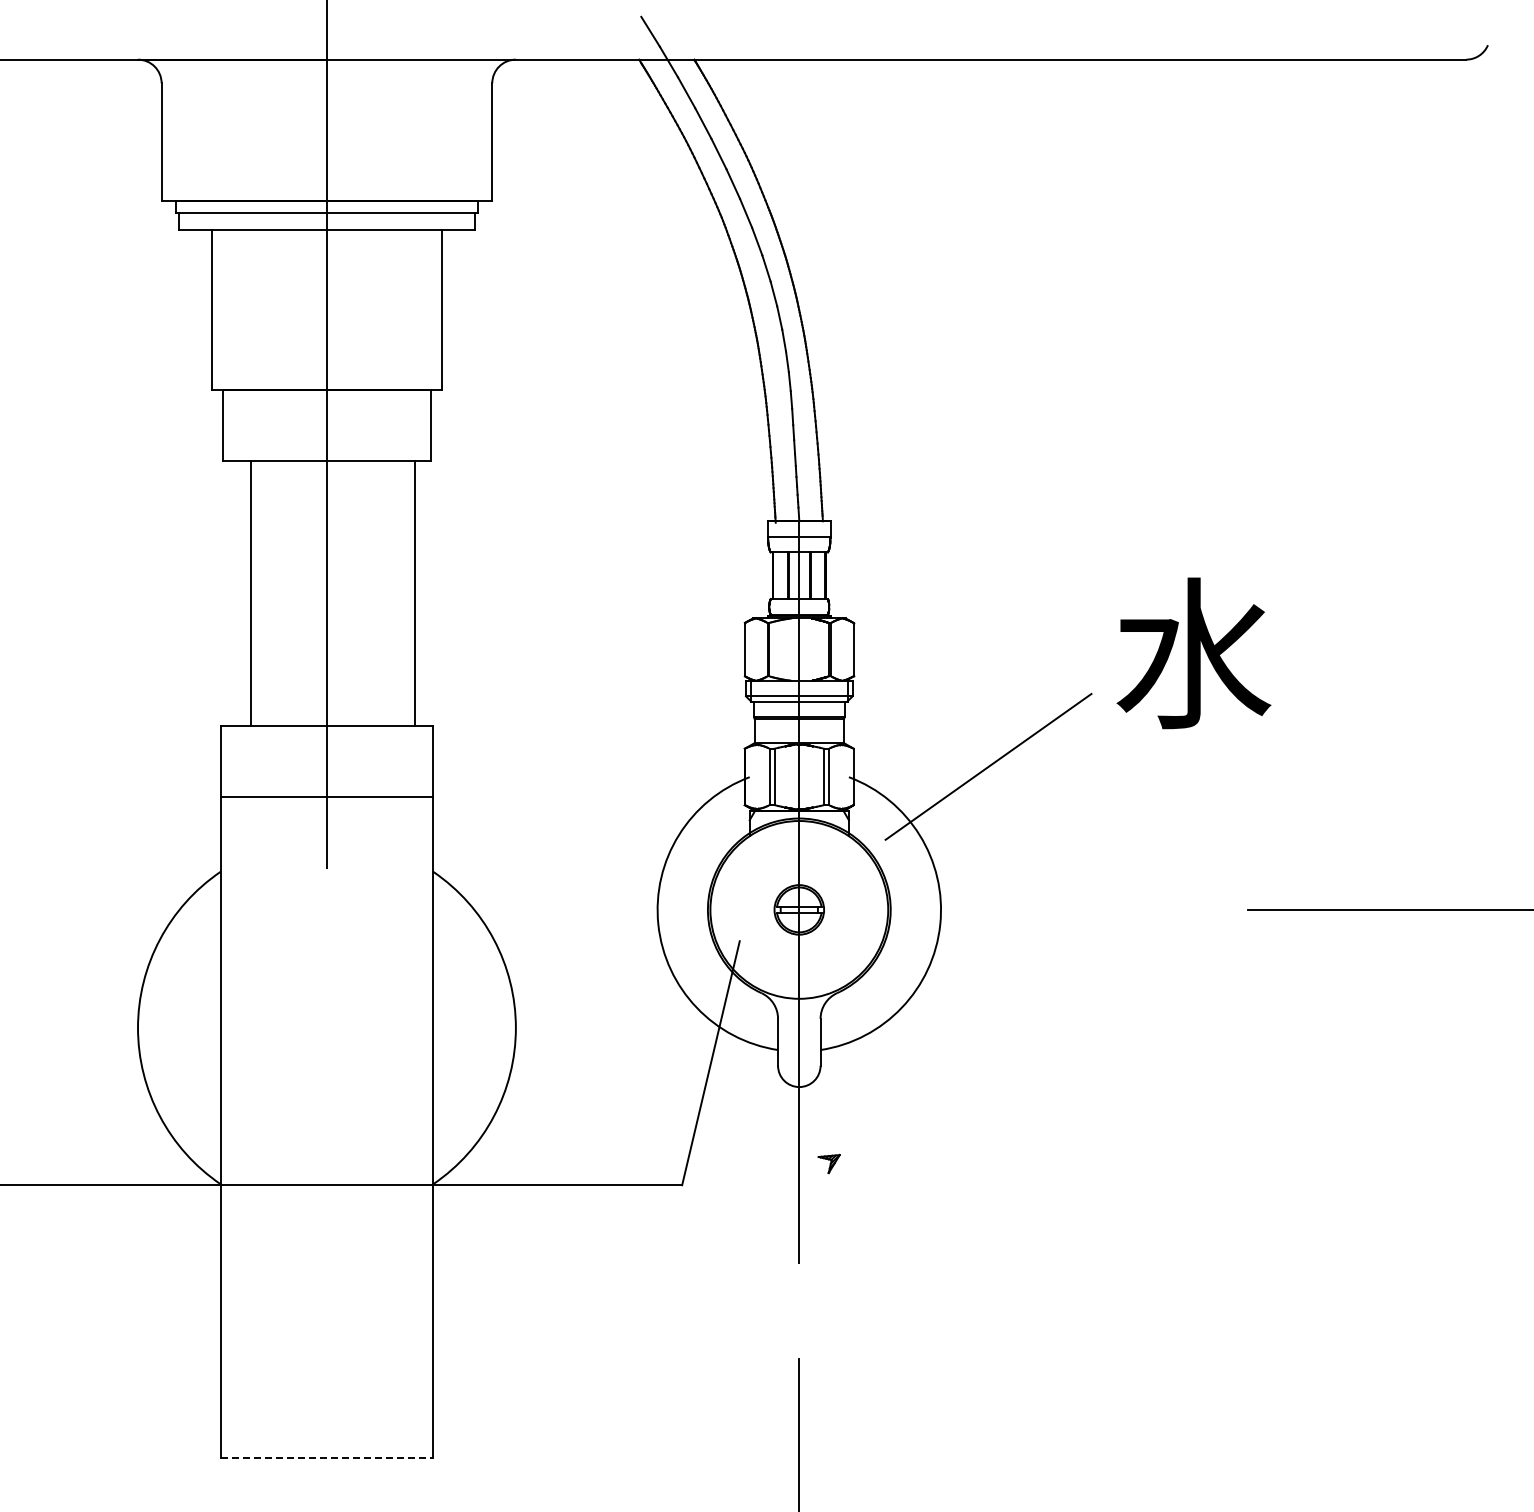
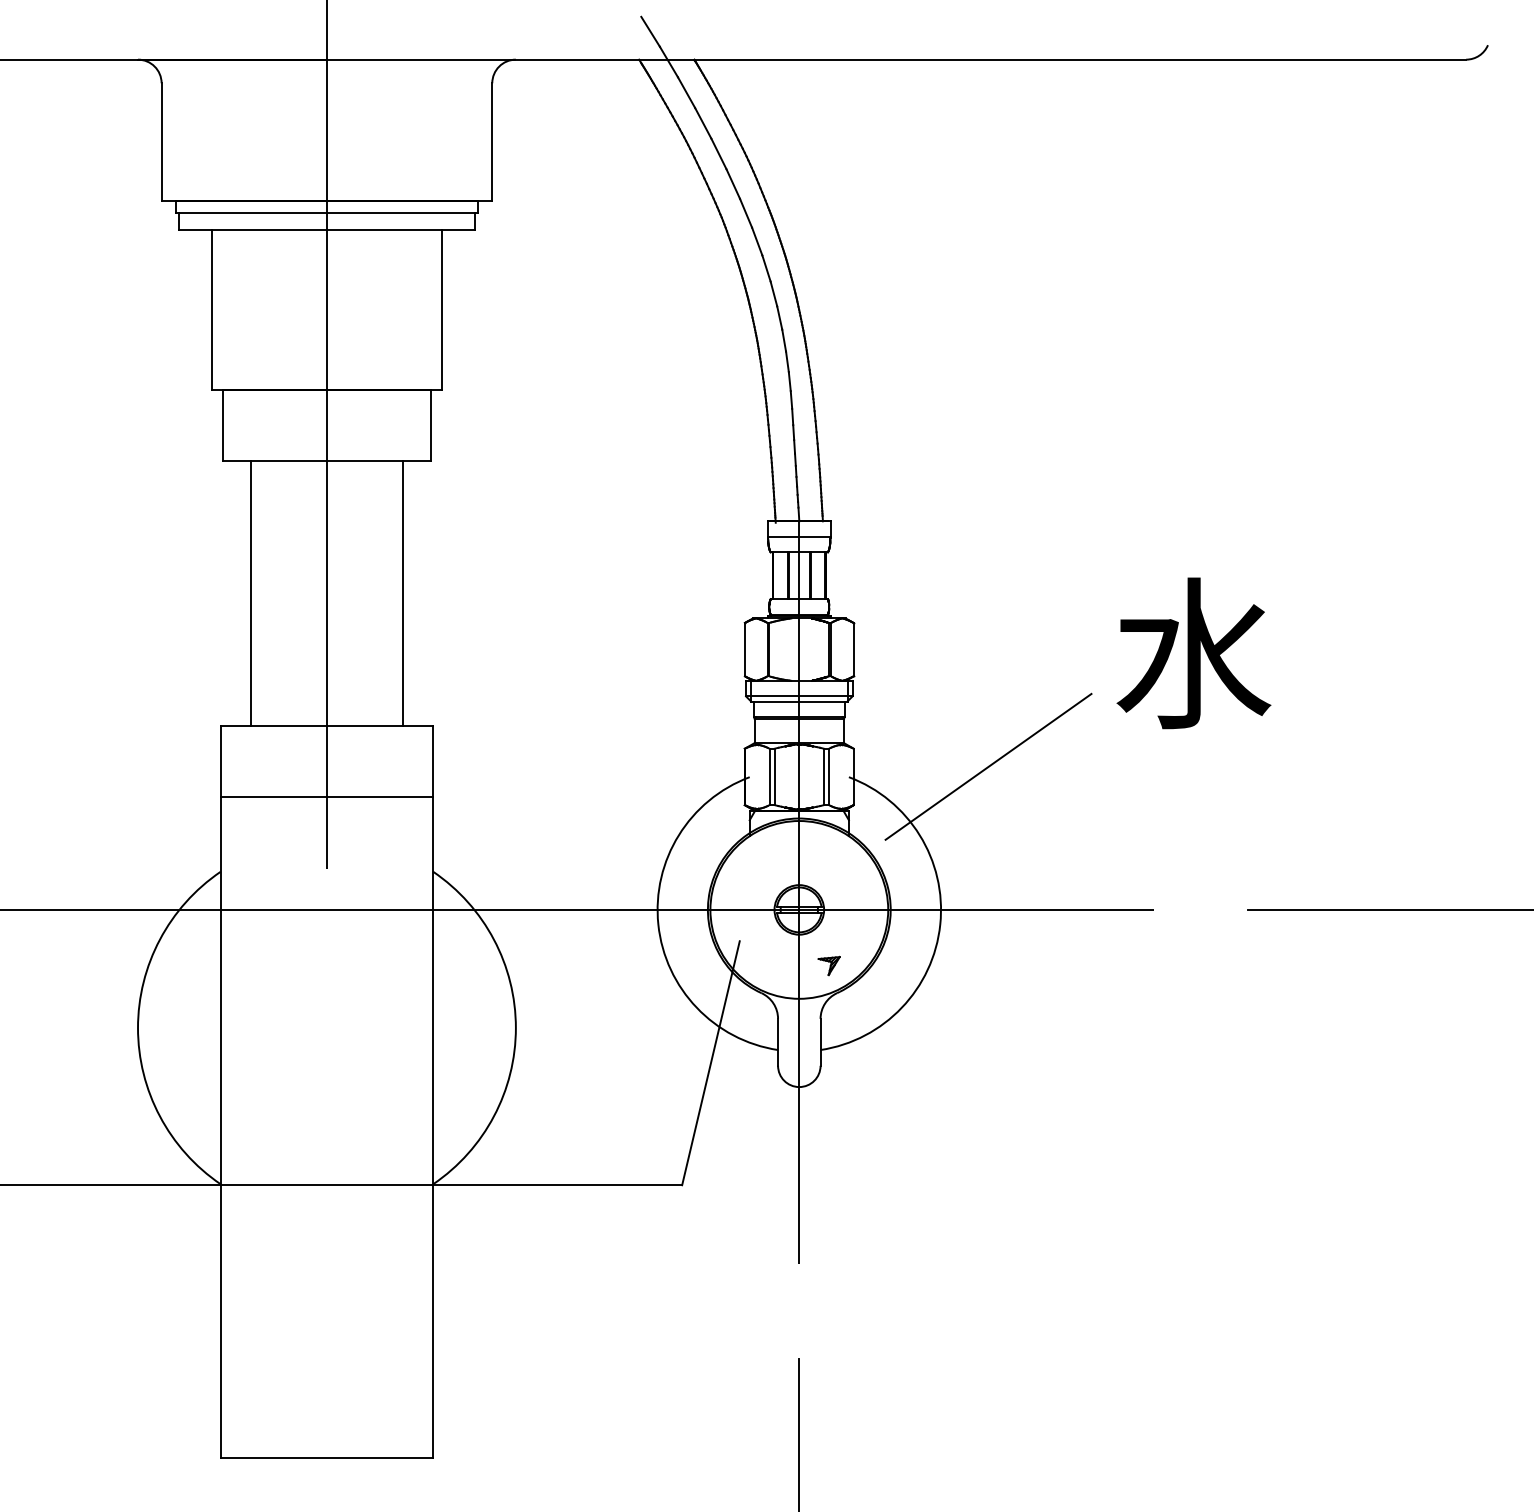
line at (414, 593) position: (414, 593) -> (402, 593)
line at (577, 909): none -> present
part at (828, 1163) position: (828, 1163) -> (828, 965)
line at (327, 1457): dashed -> solid
